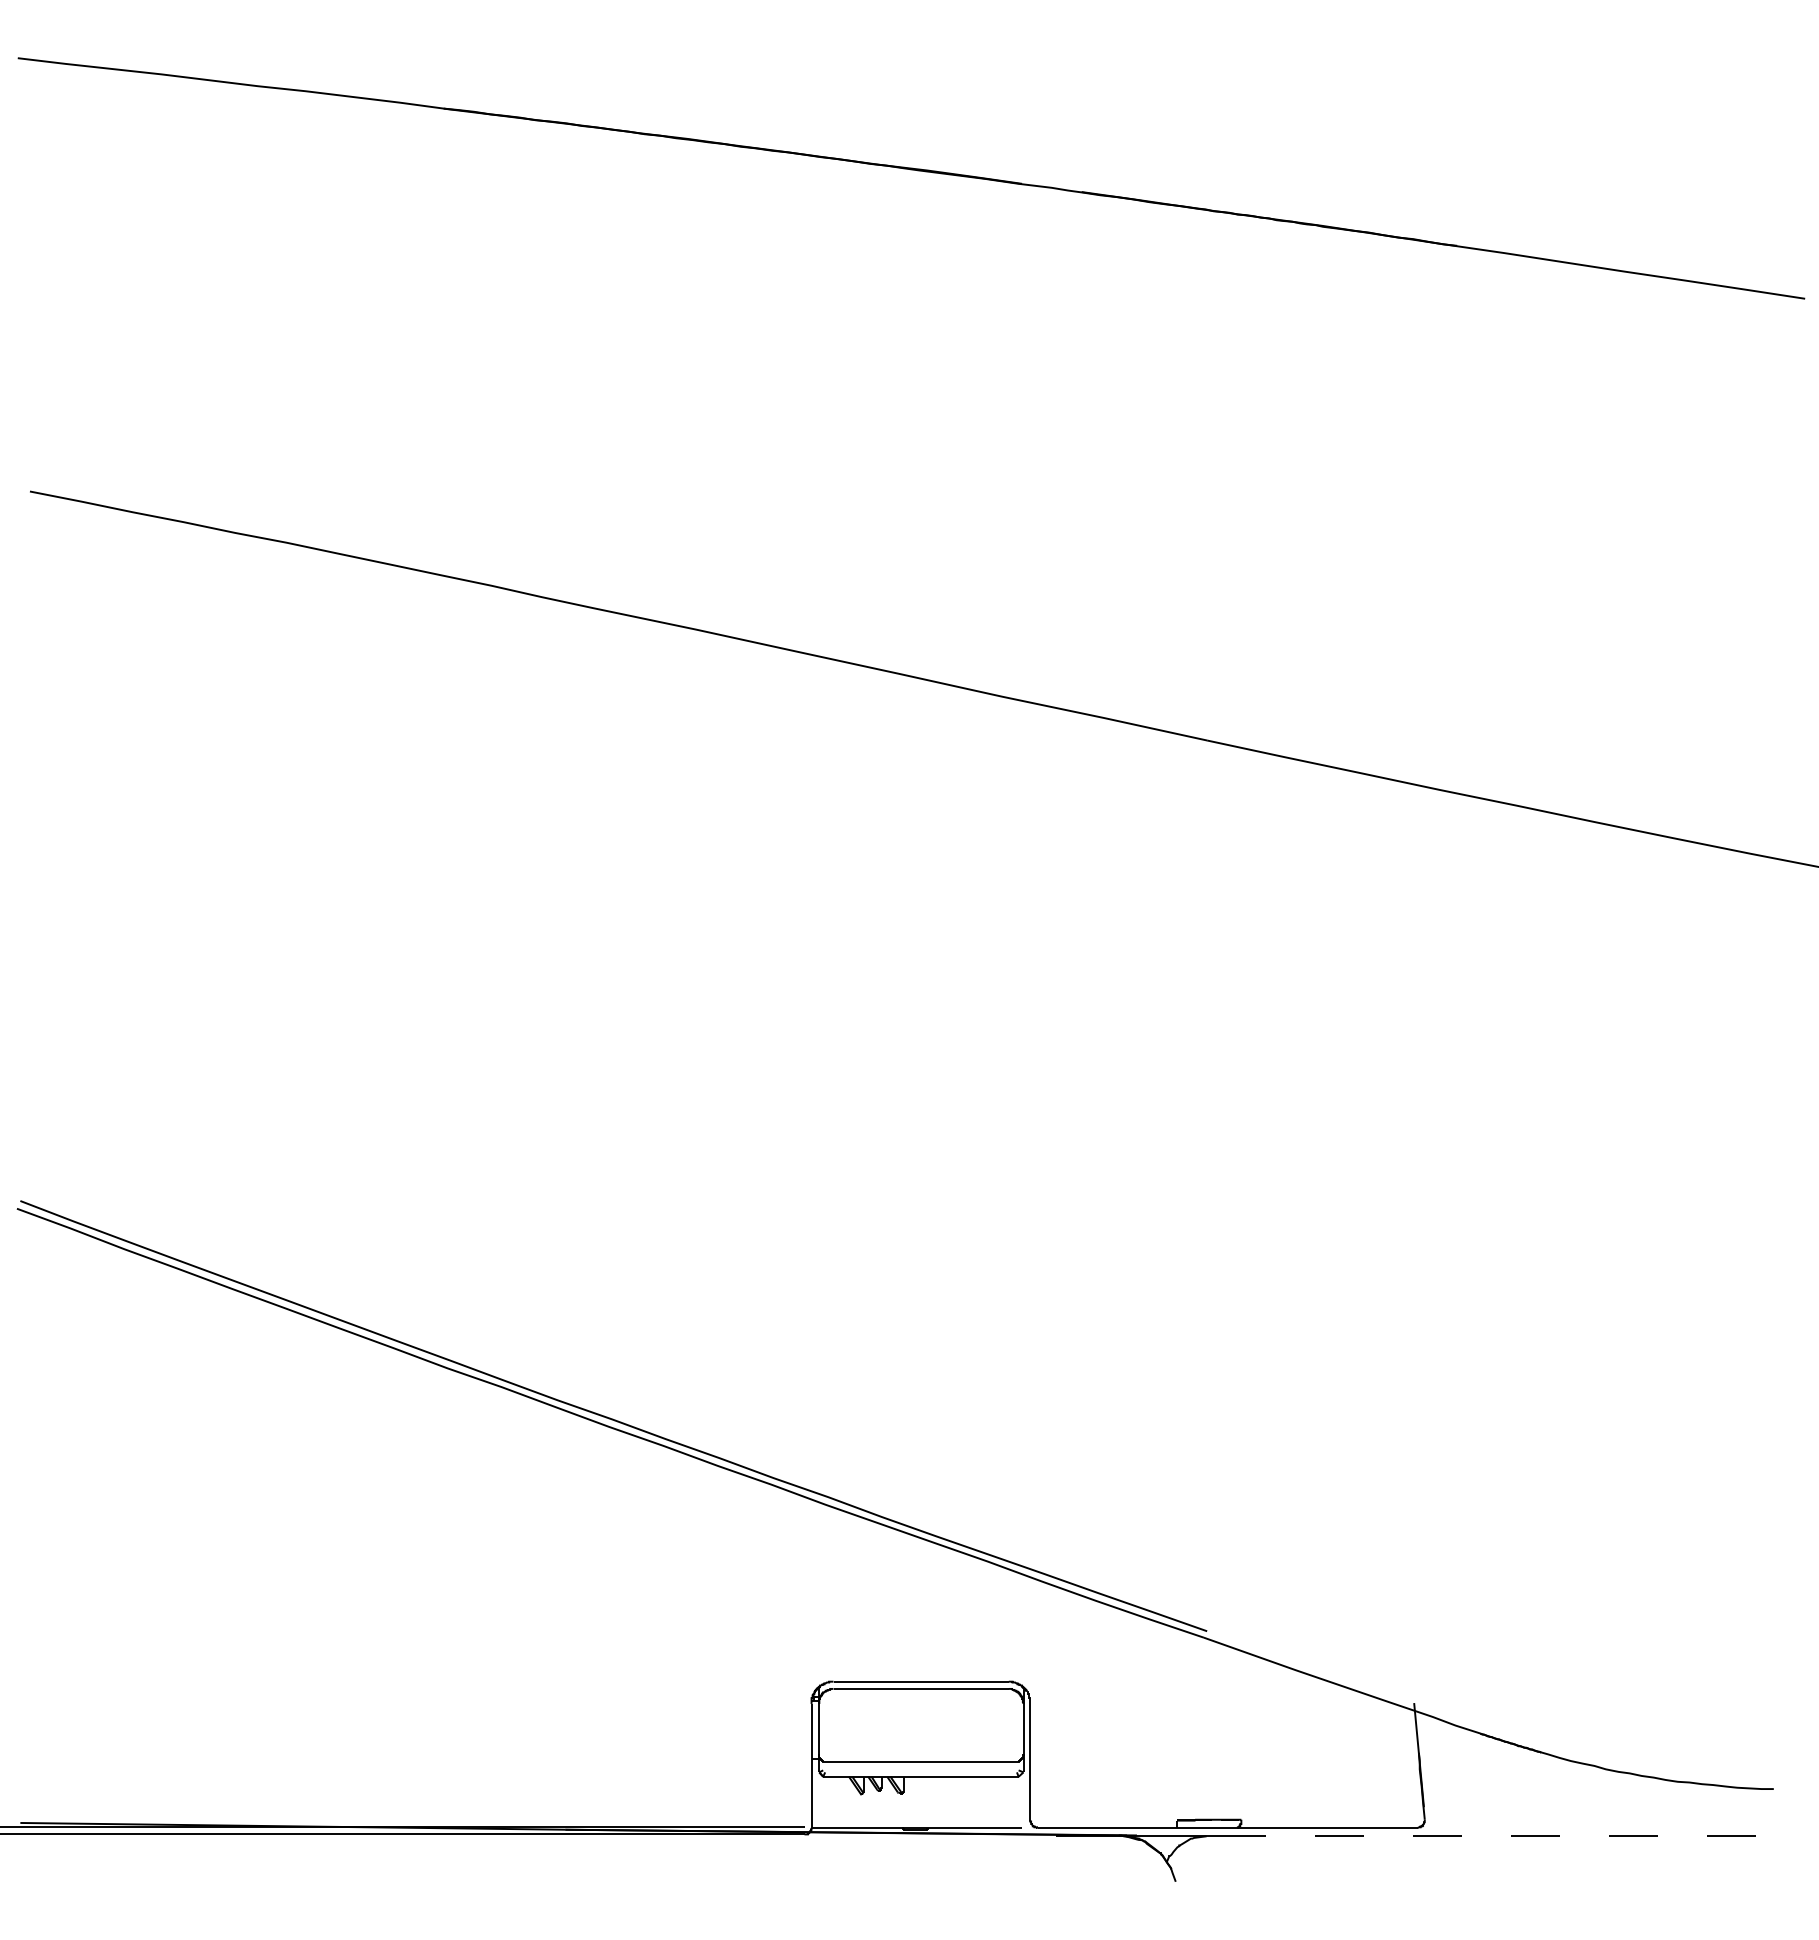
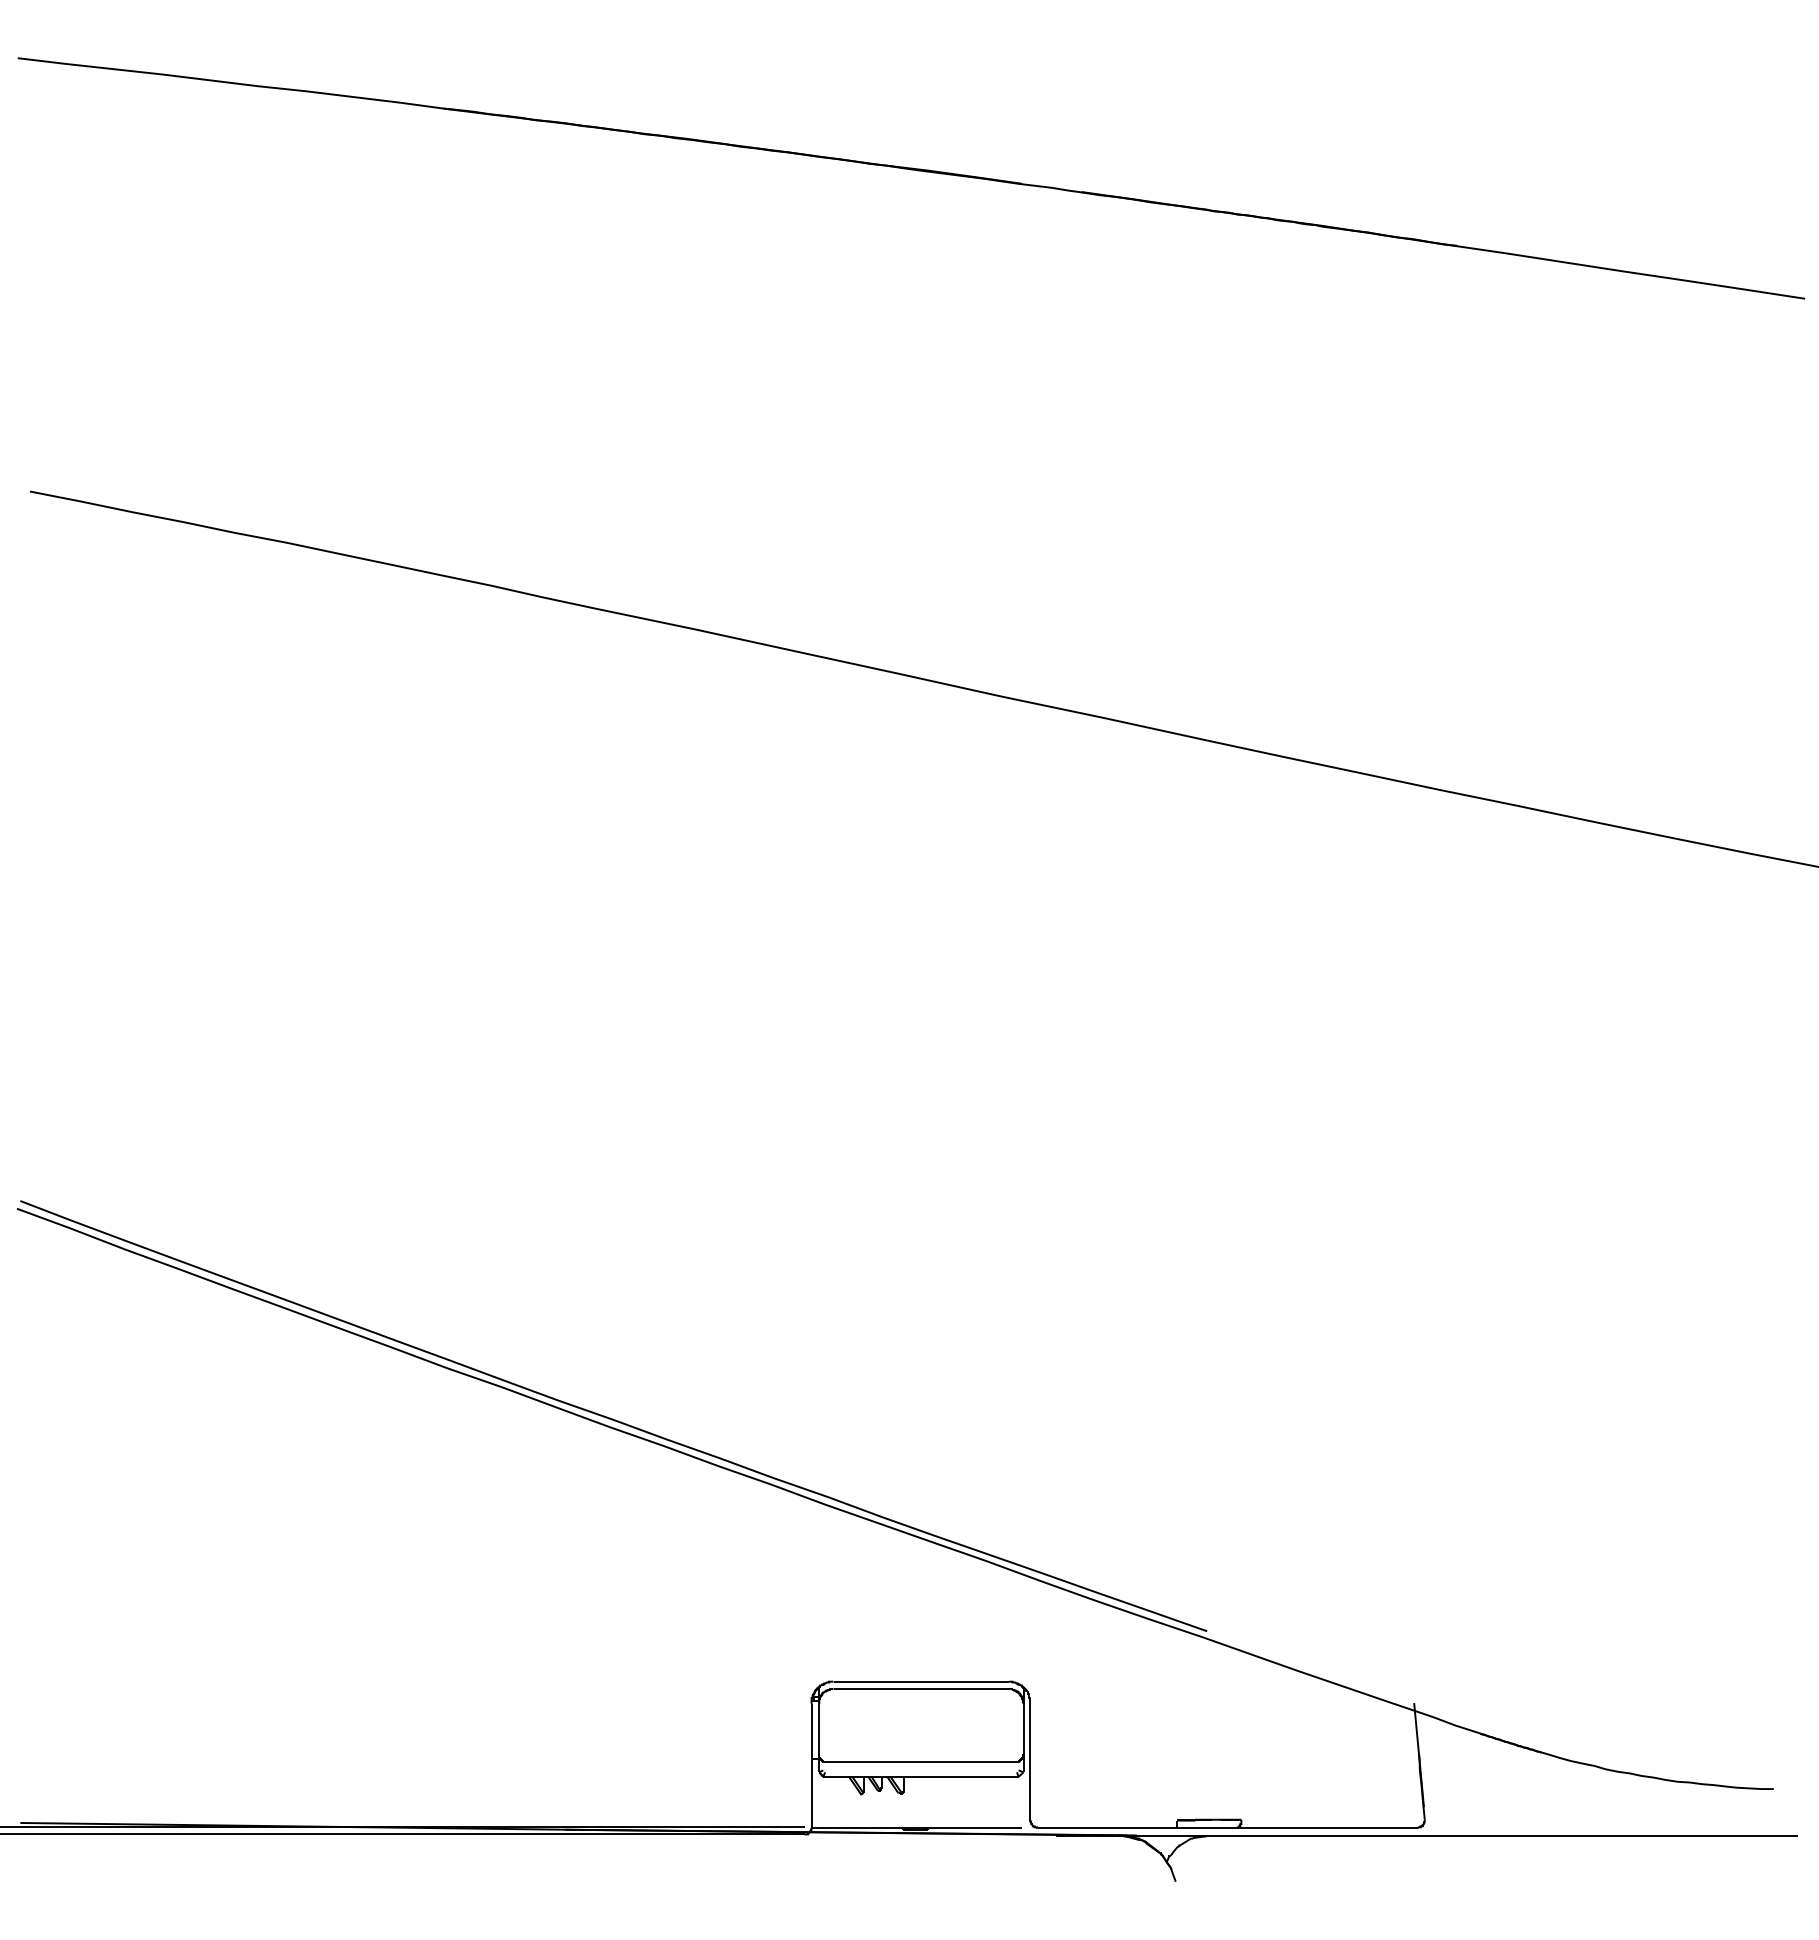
line at (1508, 1836): dashed -> solid
